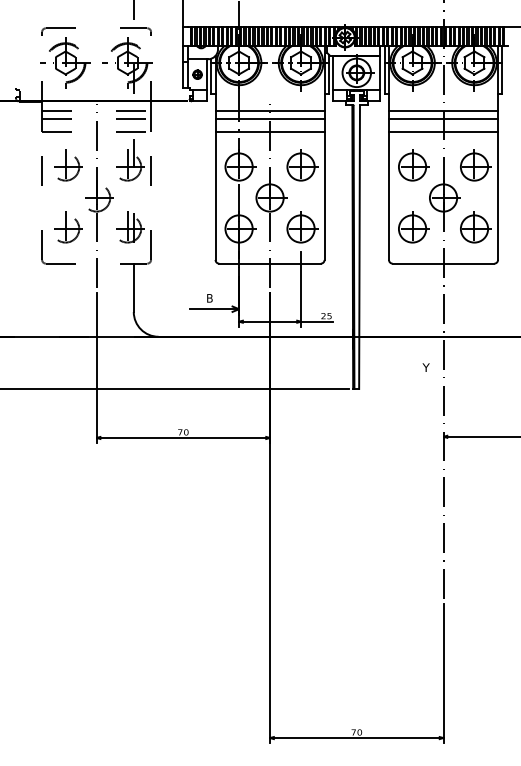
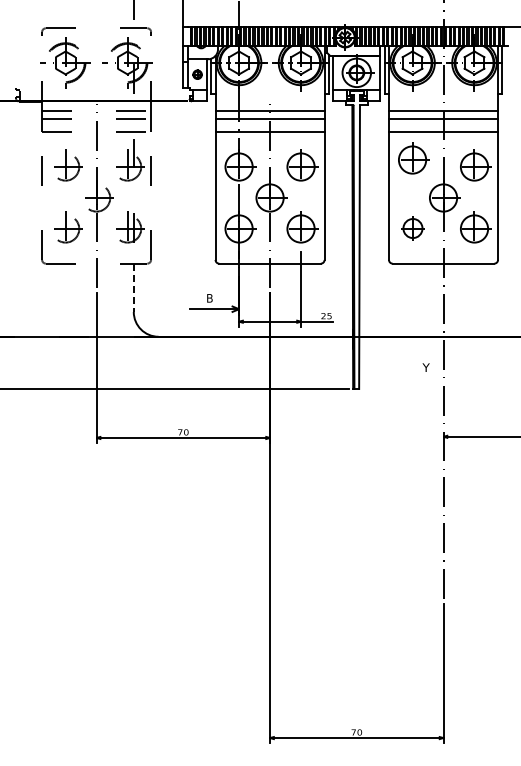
part at (413, 165) position: (413, 165) -> (413, 158)
part at (413, 227) size: 32x33 px -> 24x25 px
line at (133, 288): solid -> dashed
